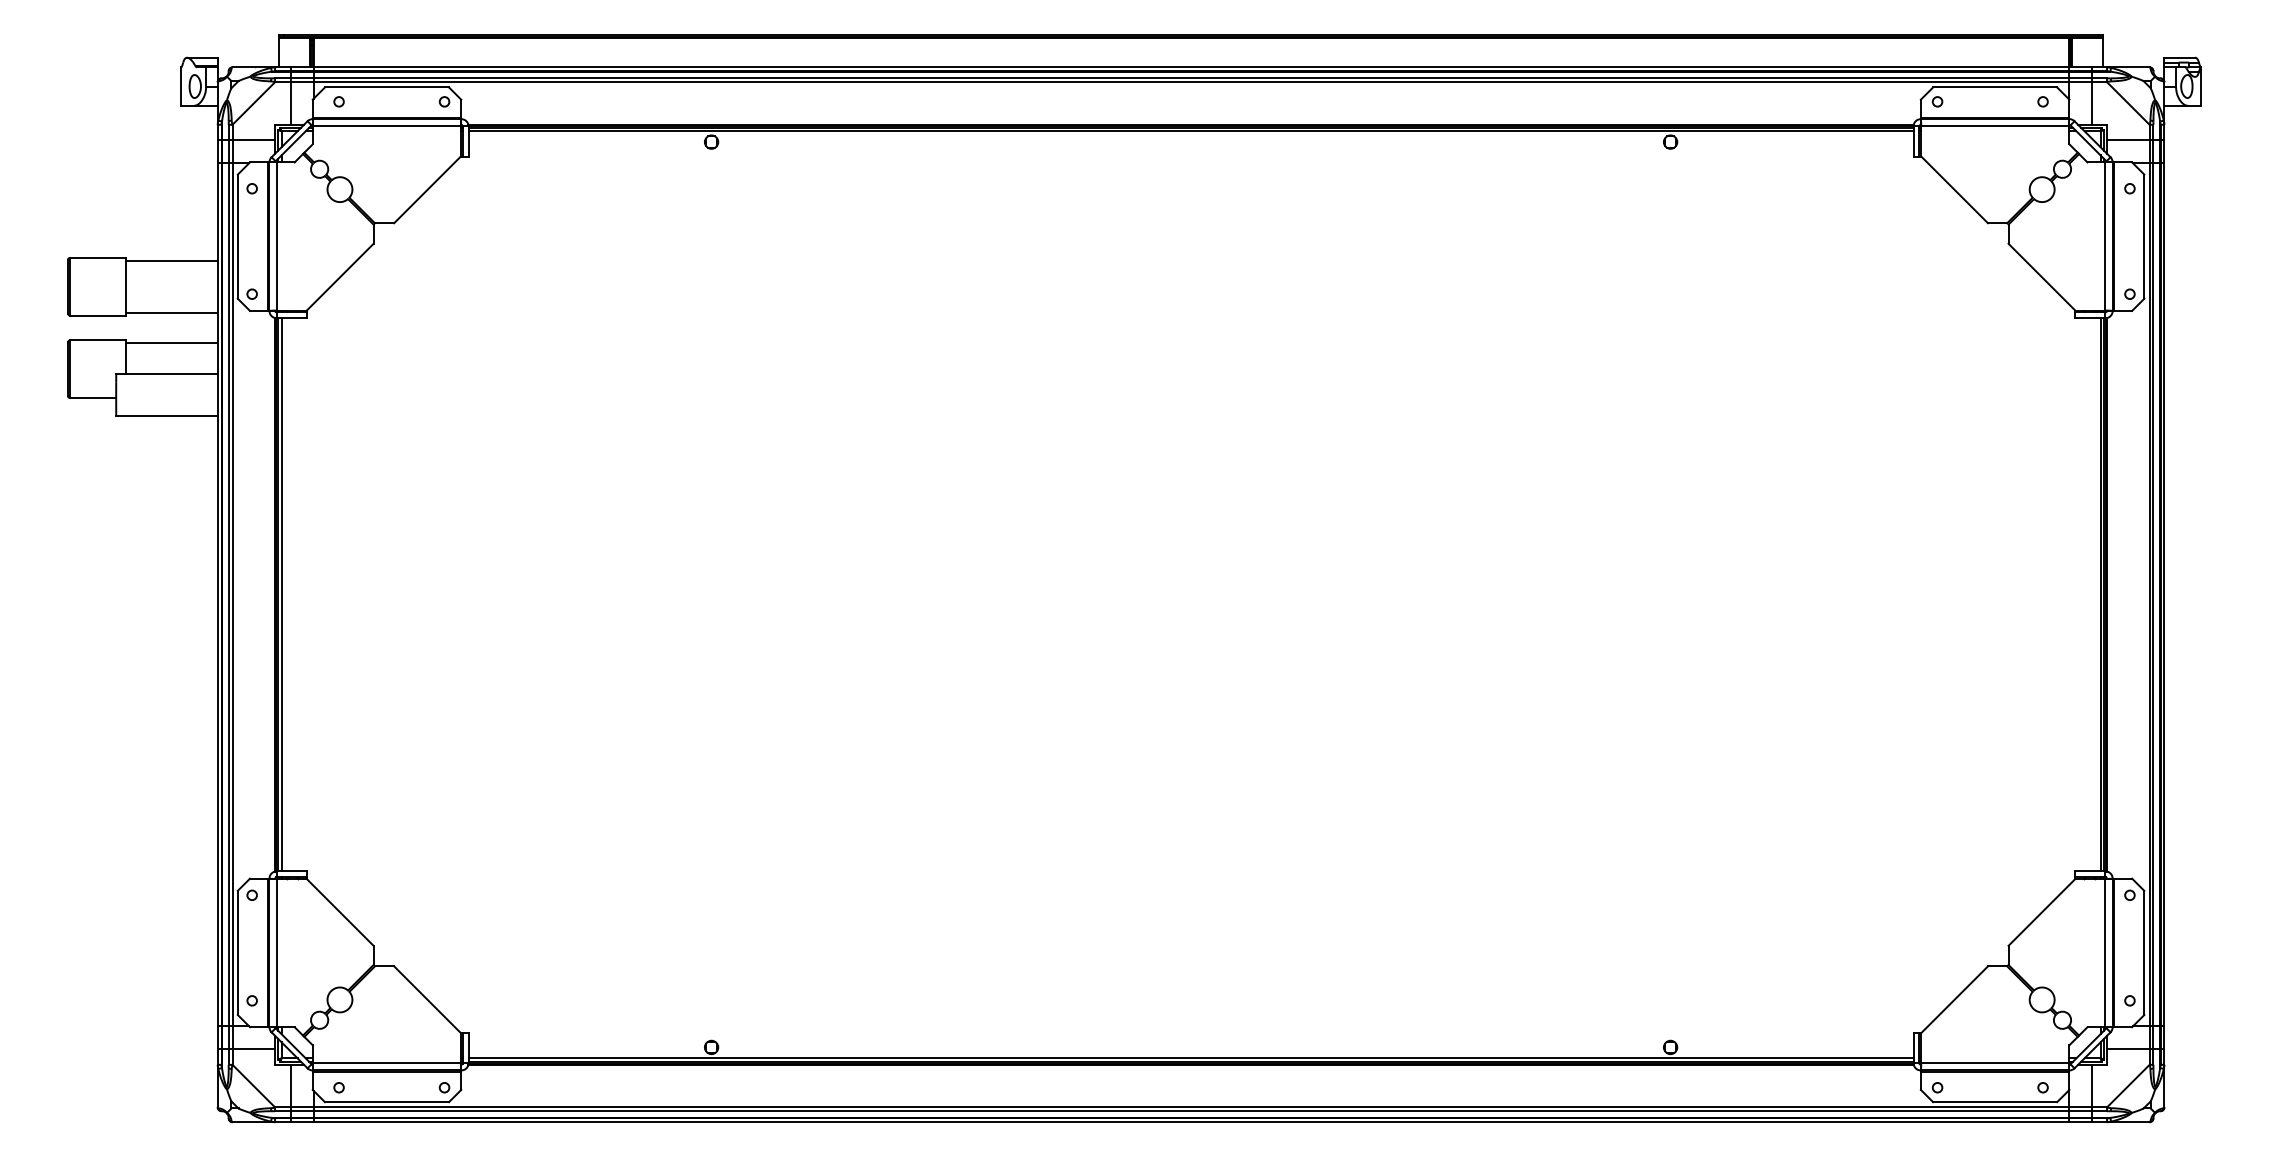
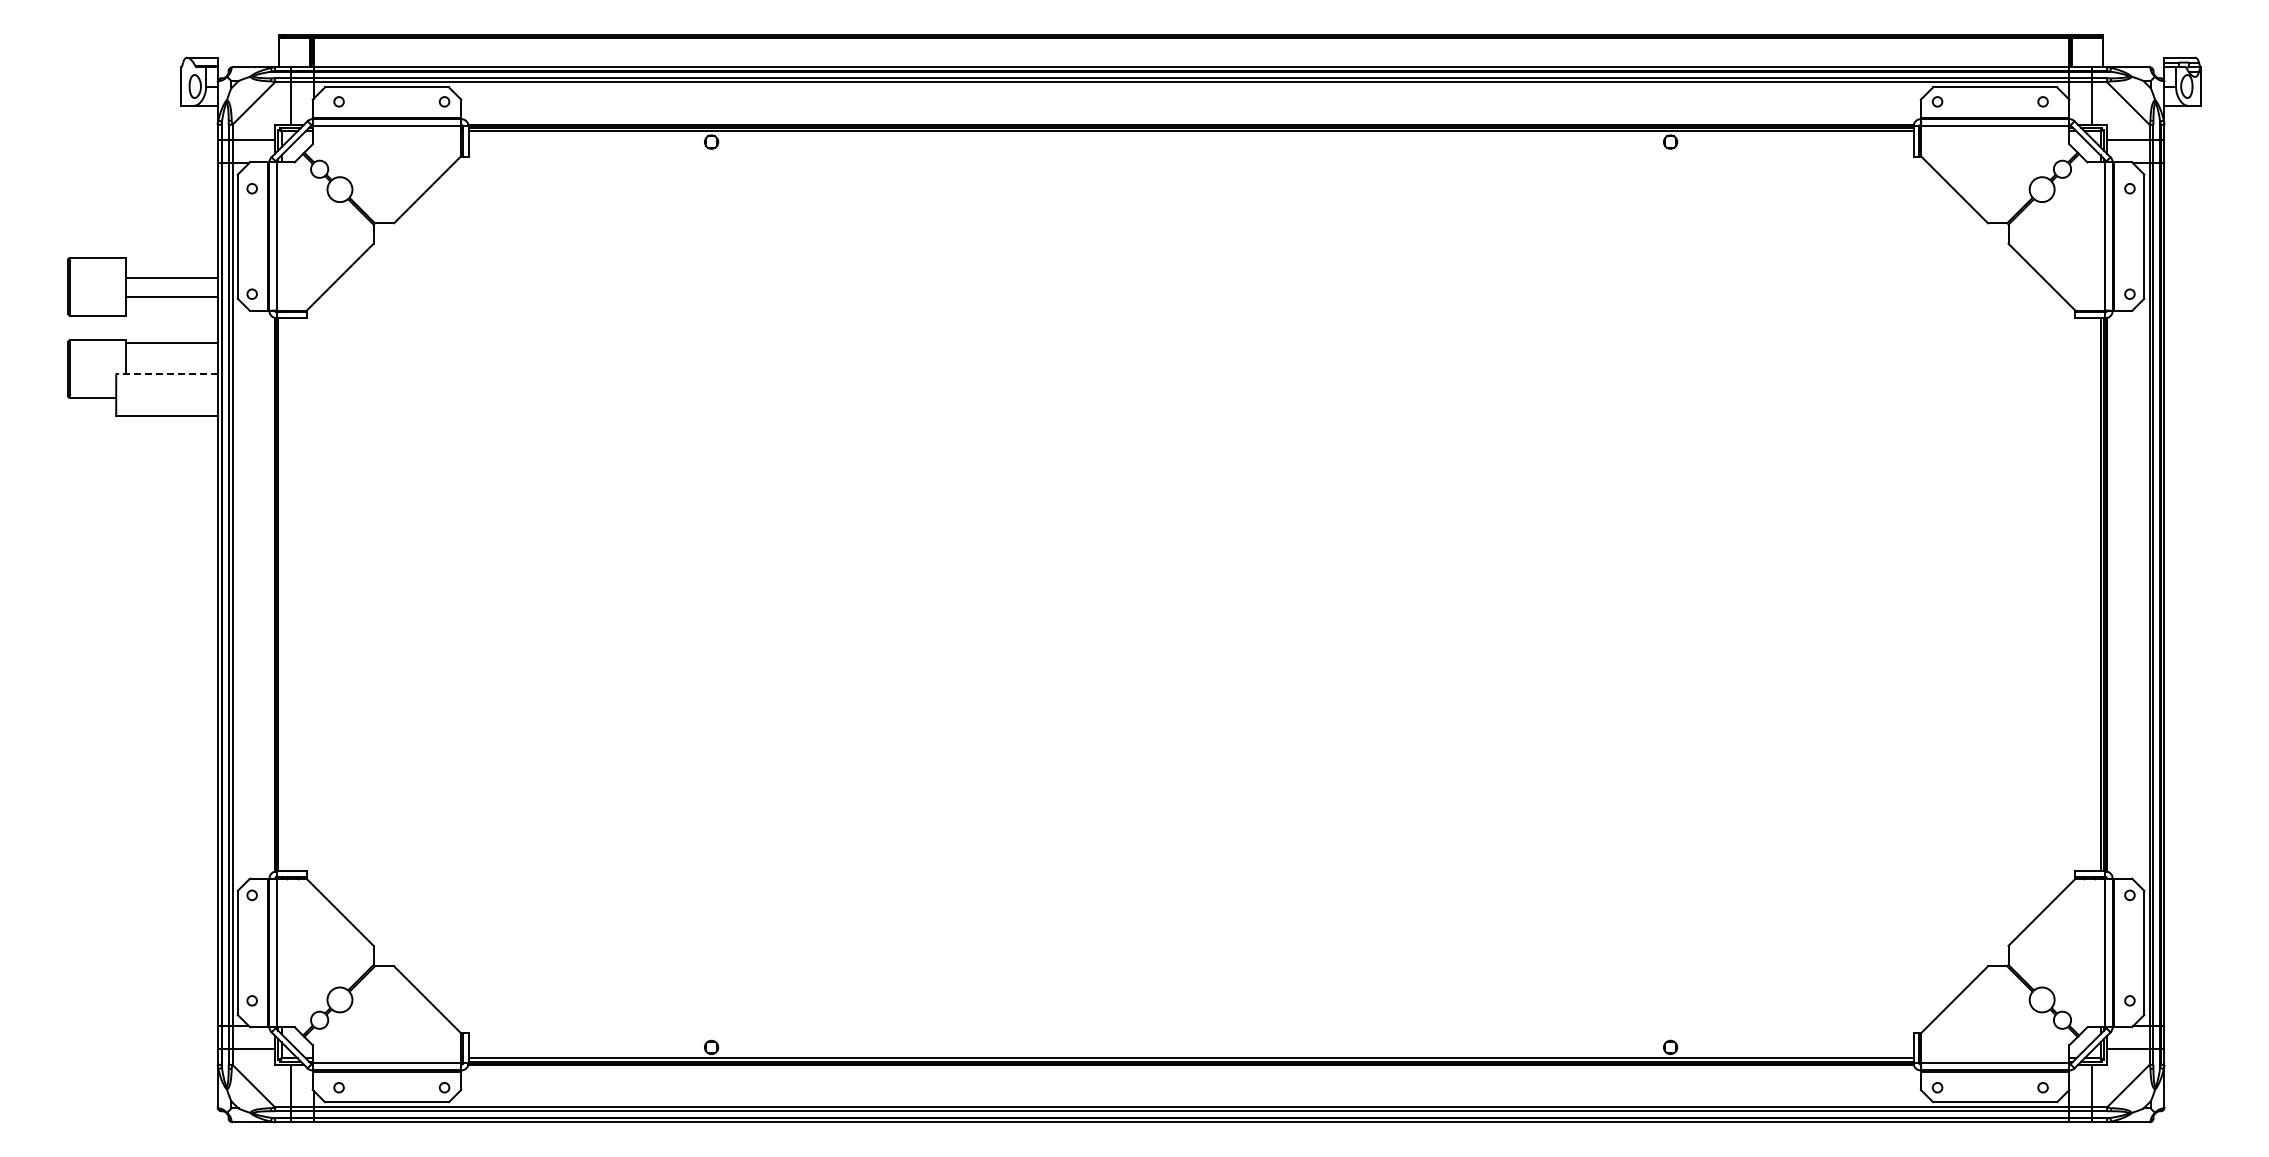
line at (171, 260) position: (171, 260) -> (171, 277)
line at (171, 312) position: (171, 312) -> (171, 296)
line at (166, 373): solid -> dashed
line at (281, 594): present -> none
